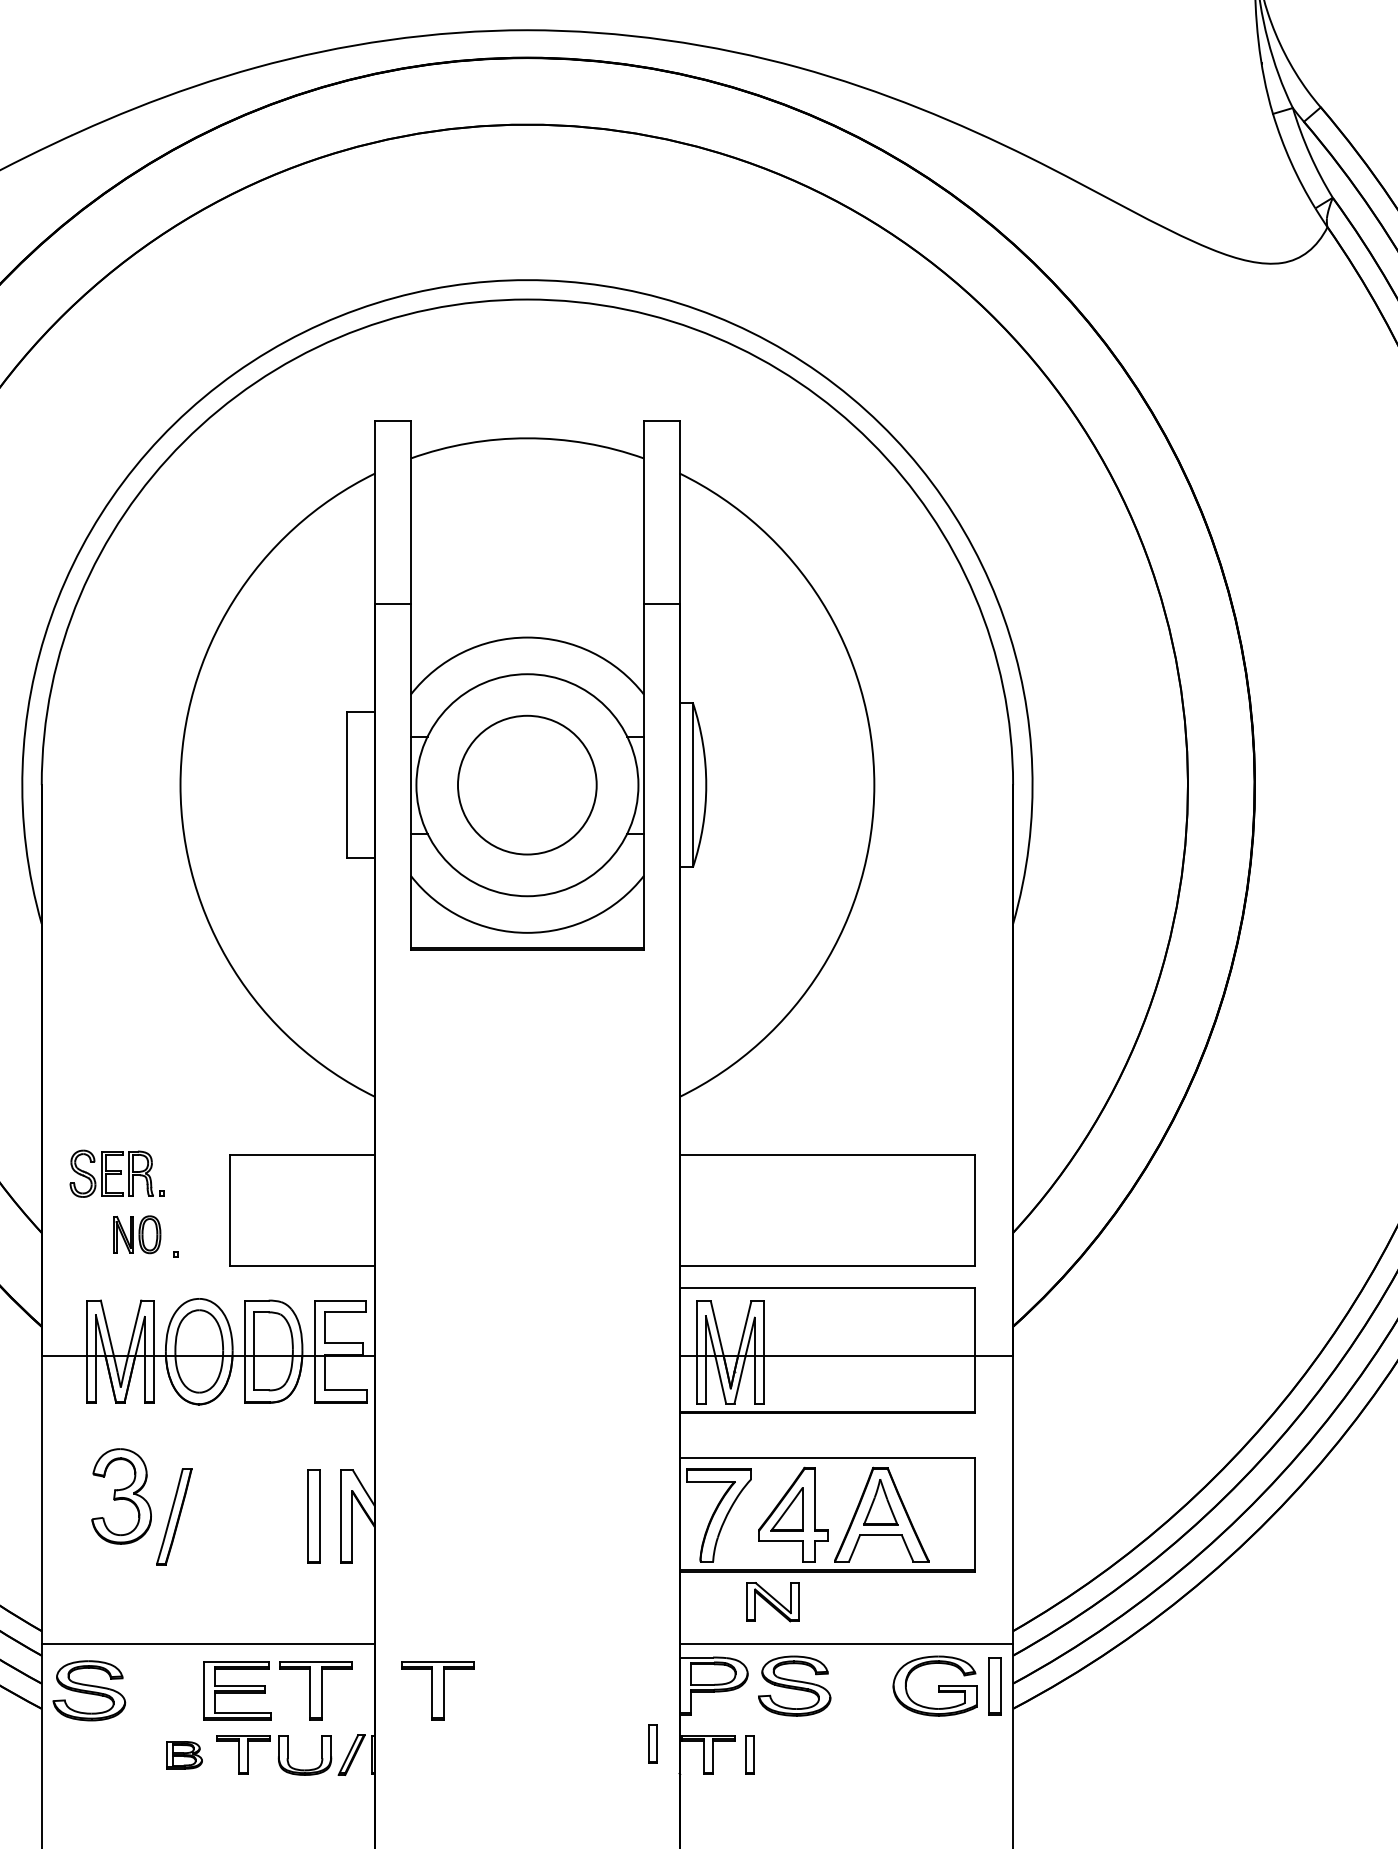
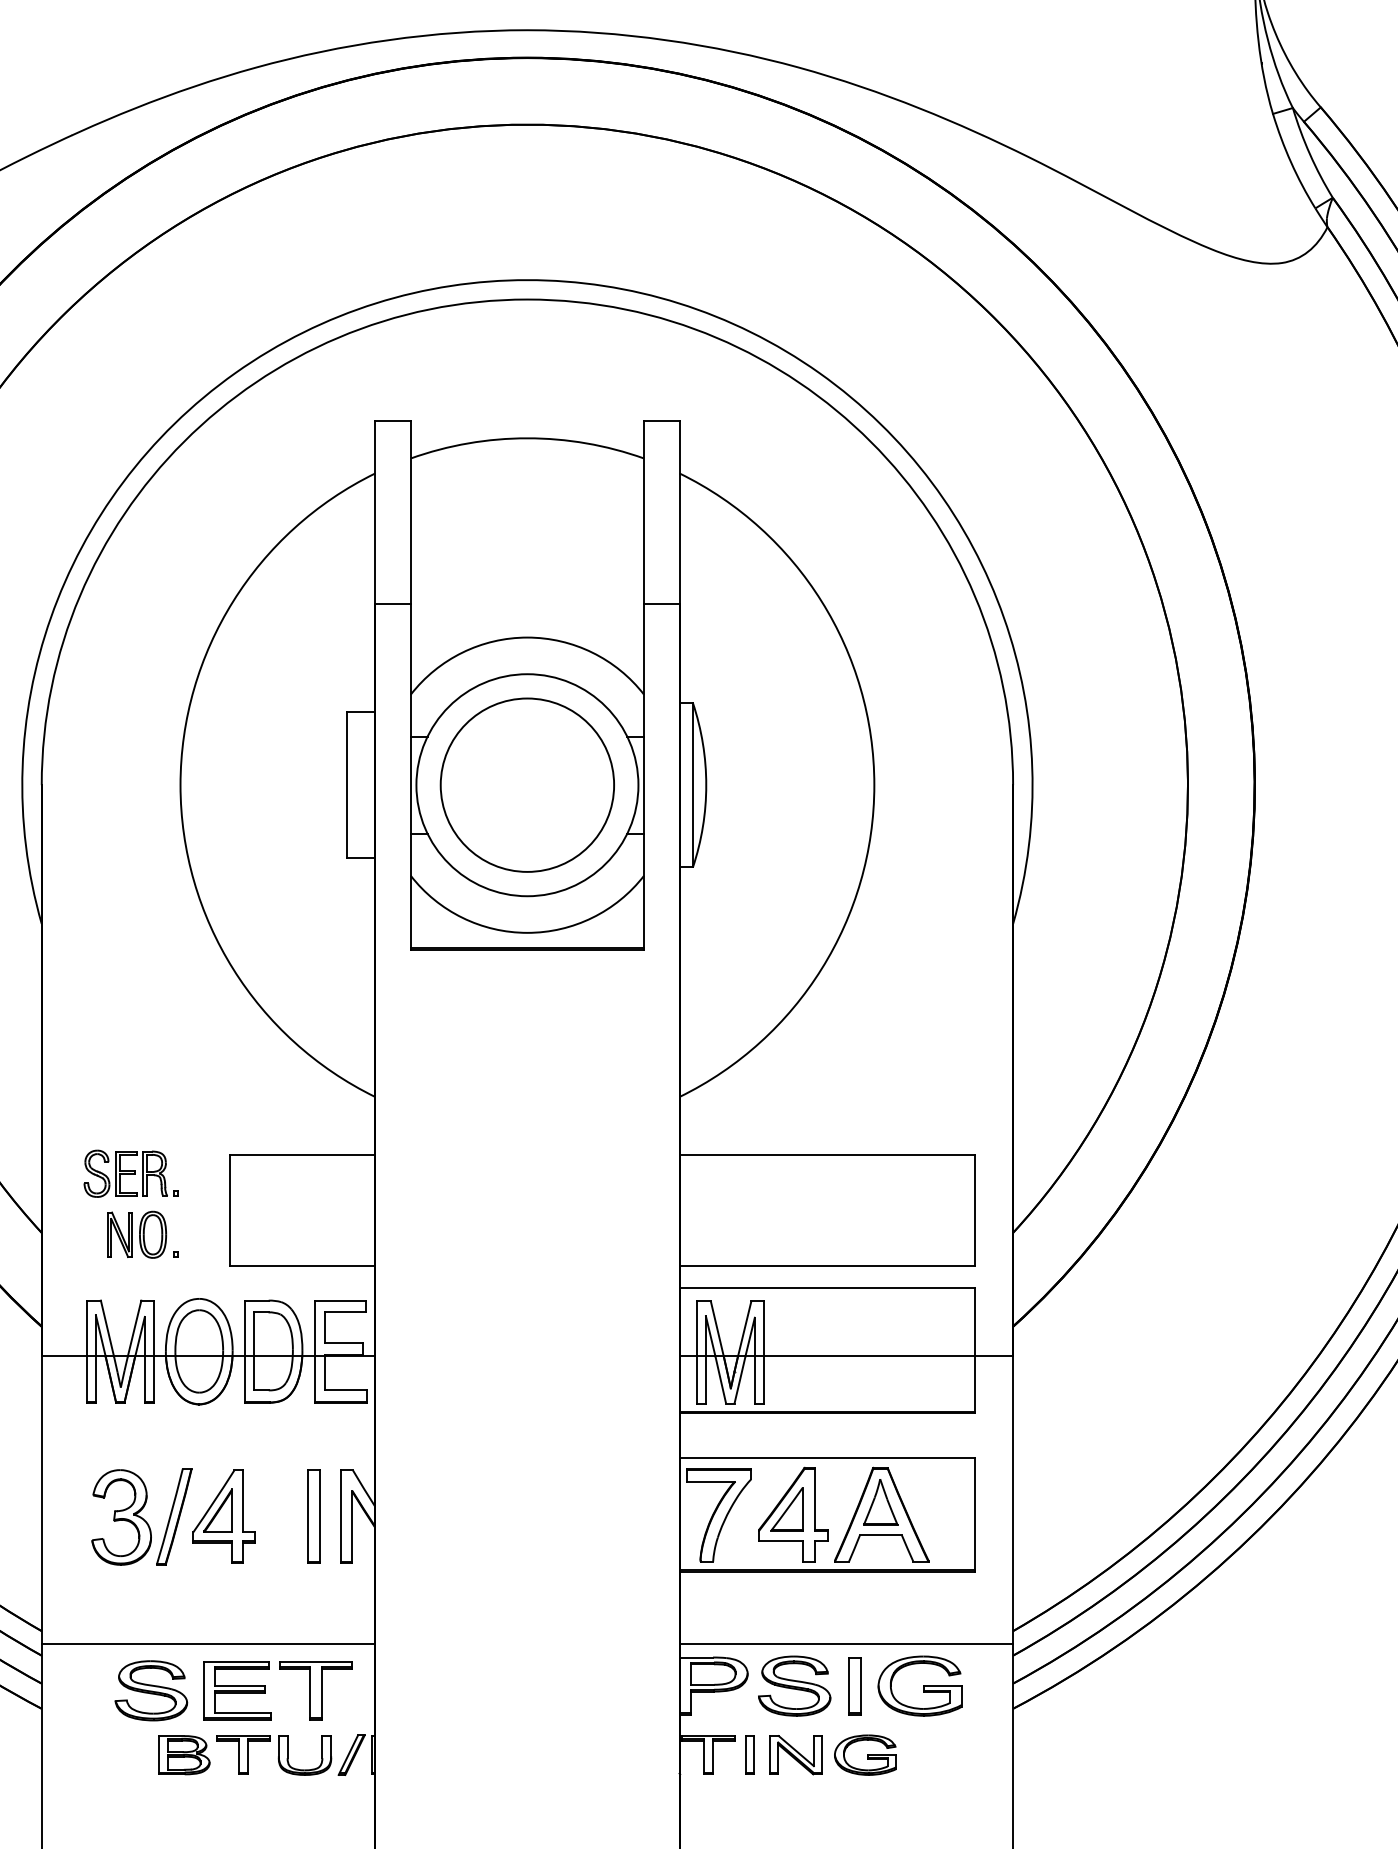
circle at (527, 784) size: 141x142 px -> 176x176 px
part at (116, 1173) position: (116, 1173) -> (130, 1173)
part at (137, 1234) size: 49x40 px -> 61x49 px
part at (121, 1496) position: (121, 1496) -> (121, 1517)
part at (223, 1516): none -> present
part at (772, 1602) position: (772, 1602) -> (795, 1755)
part at (934, 1685) position: (934, 1685) -> (919, 1685)
part at (994, 1686) position: (994, 1686) -> (854, 1686)
part at (89, 1690) position: (89, 1690) -> (151, 1690)
part at (437, 1690): present -> none
part at (652, 1743): present -> none
part at (865, 1754): none -> present
part at (184, 1755) size: 37x29 px -> 53x41 px
